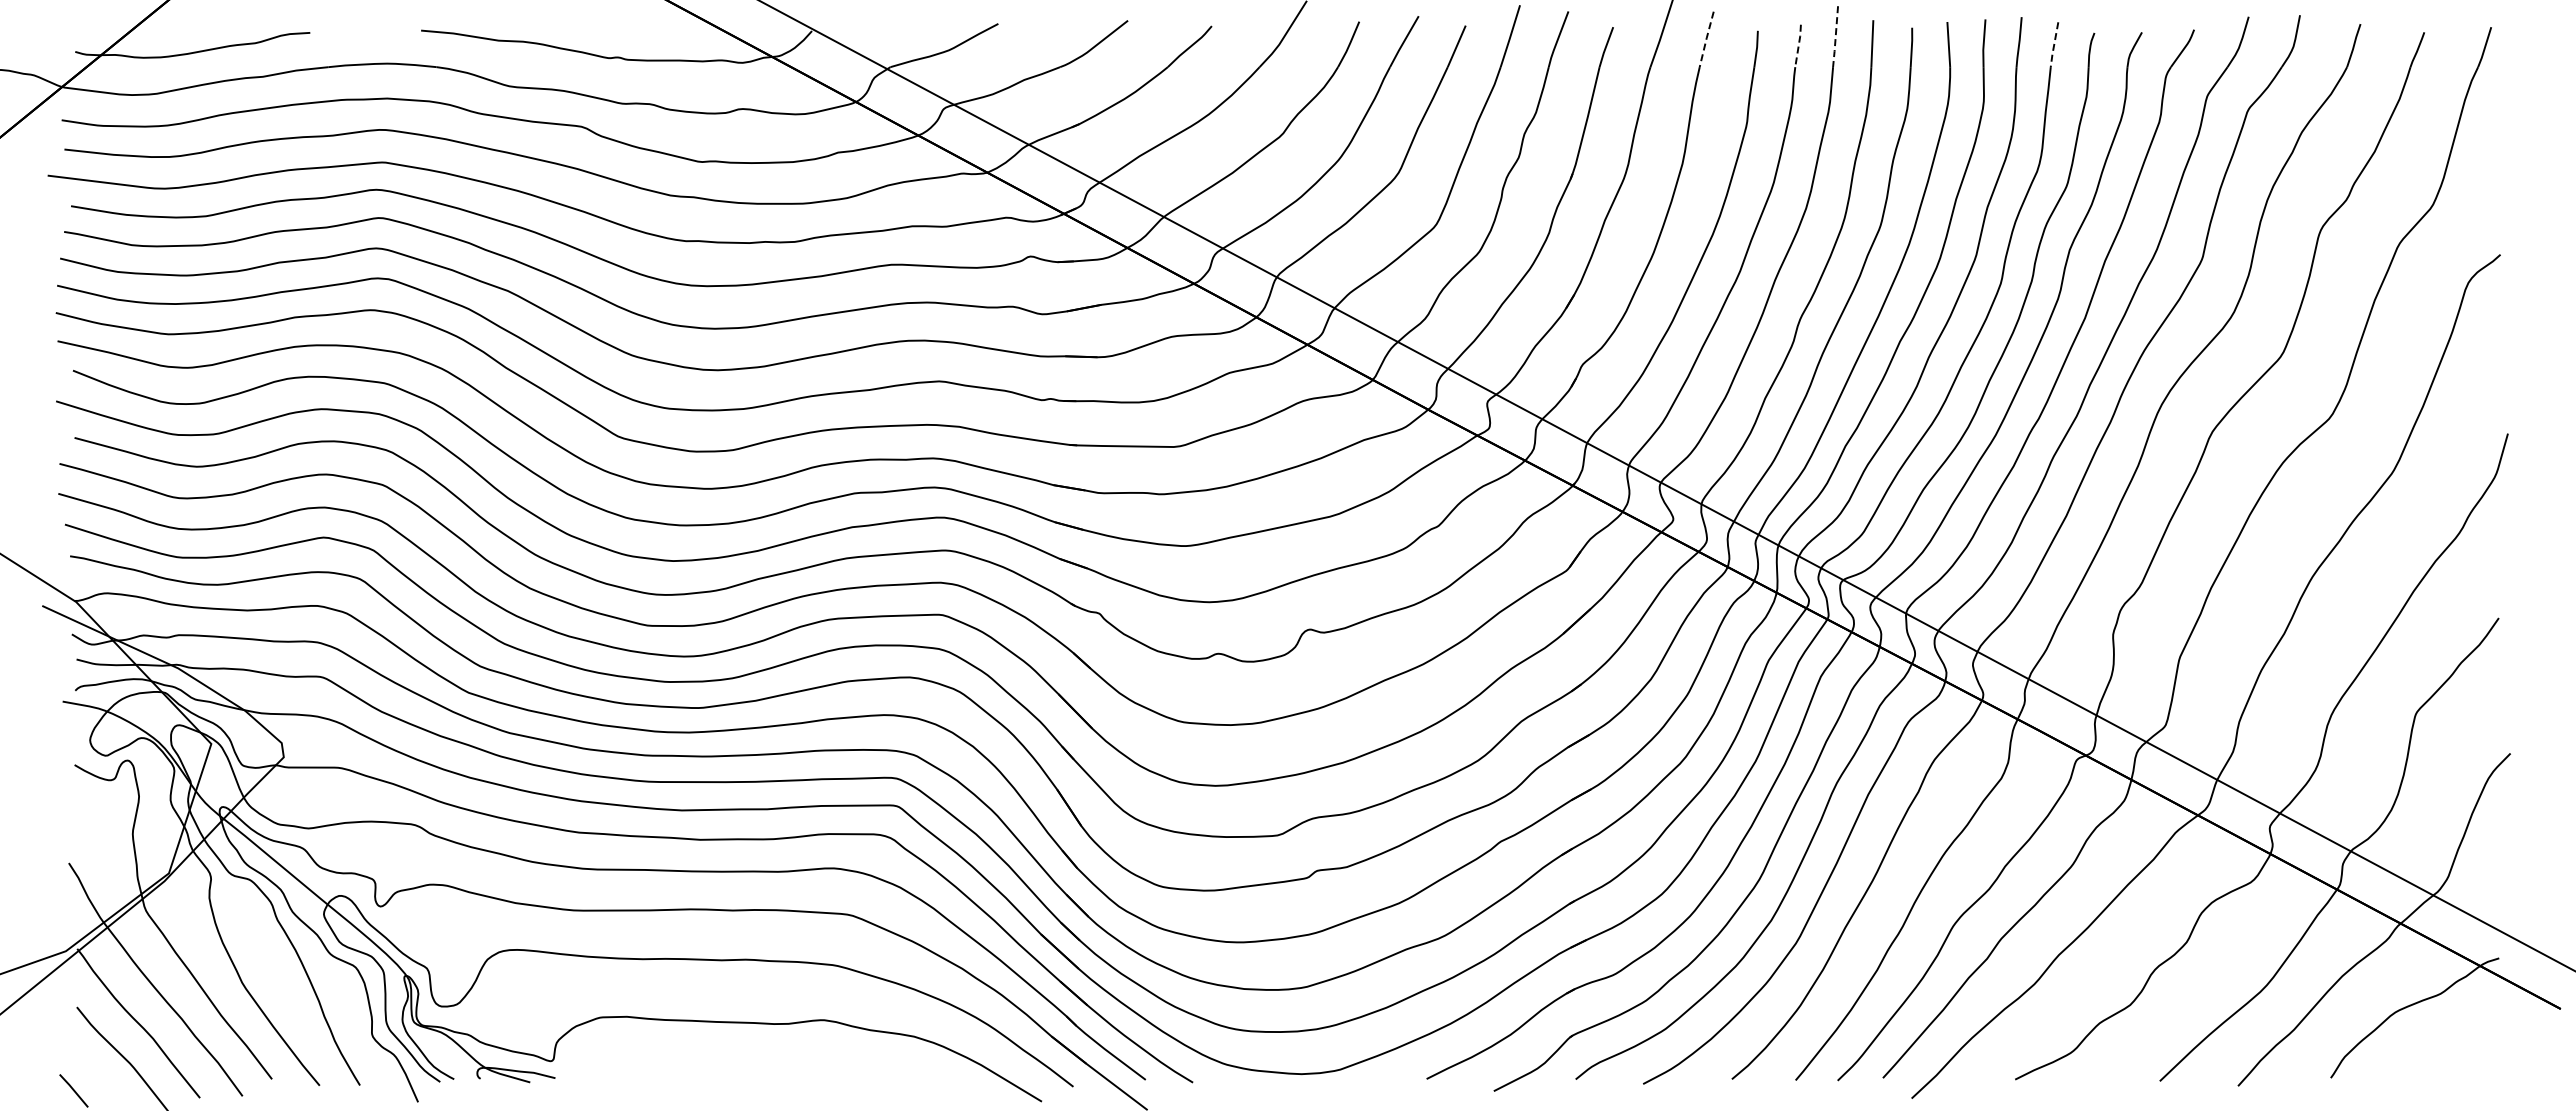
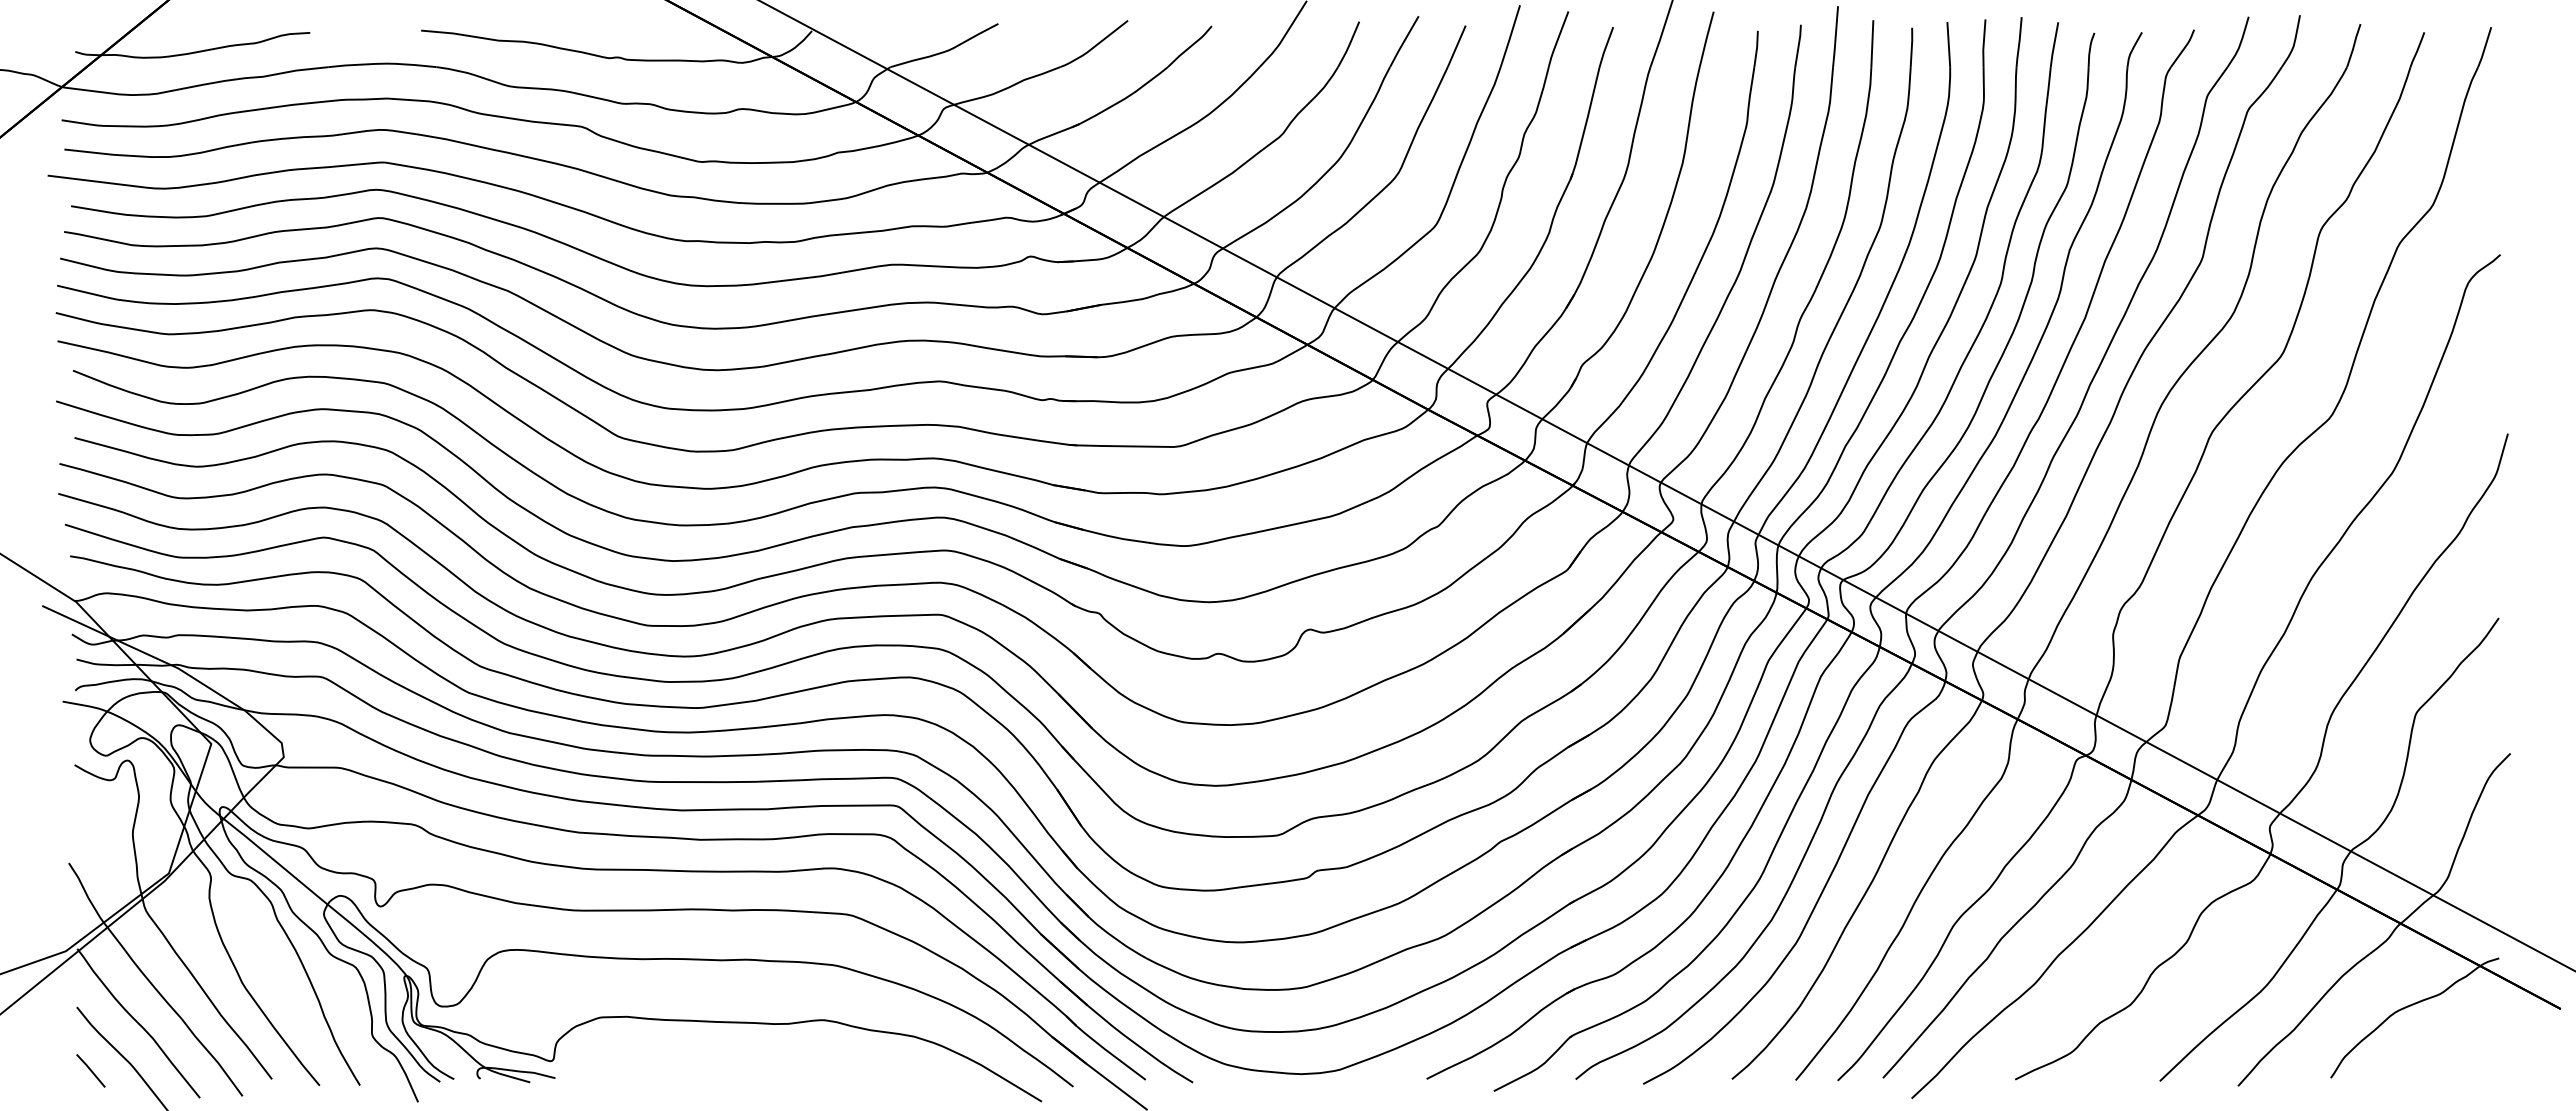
line at (1835, 37): dashed -> solid
line at (1706, 39): dashed -> solid
line at (1798, 45): dashed -> solid
line at (2054, 45): dashed -> solid
line at (73, 1090) position: (73, 1090) -> (90, 1070)
